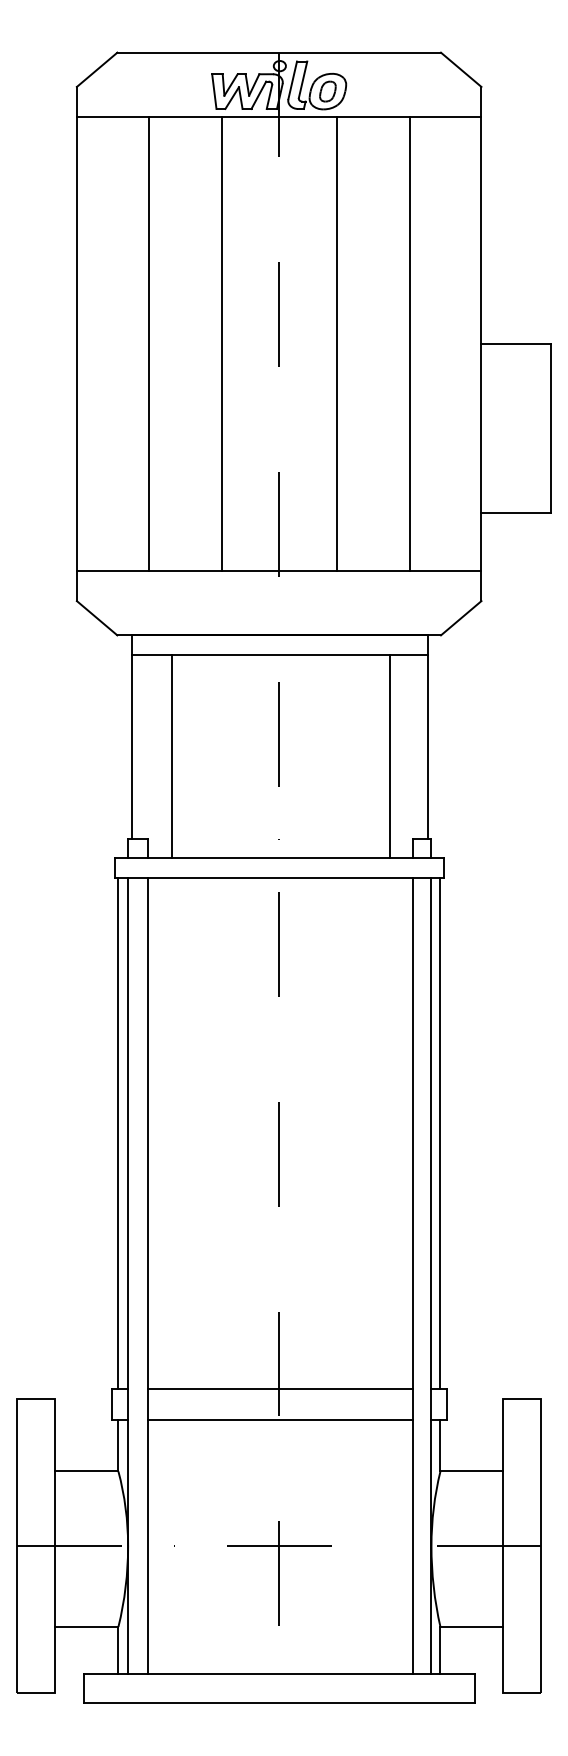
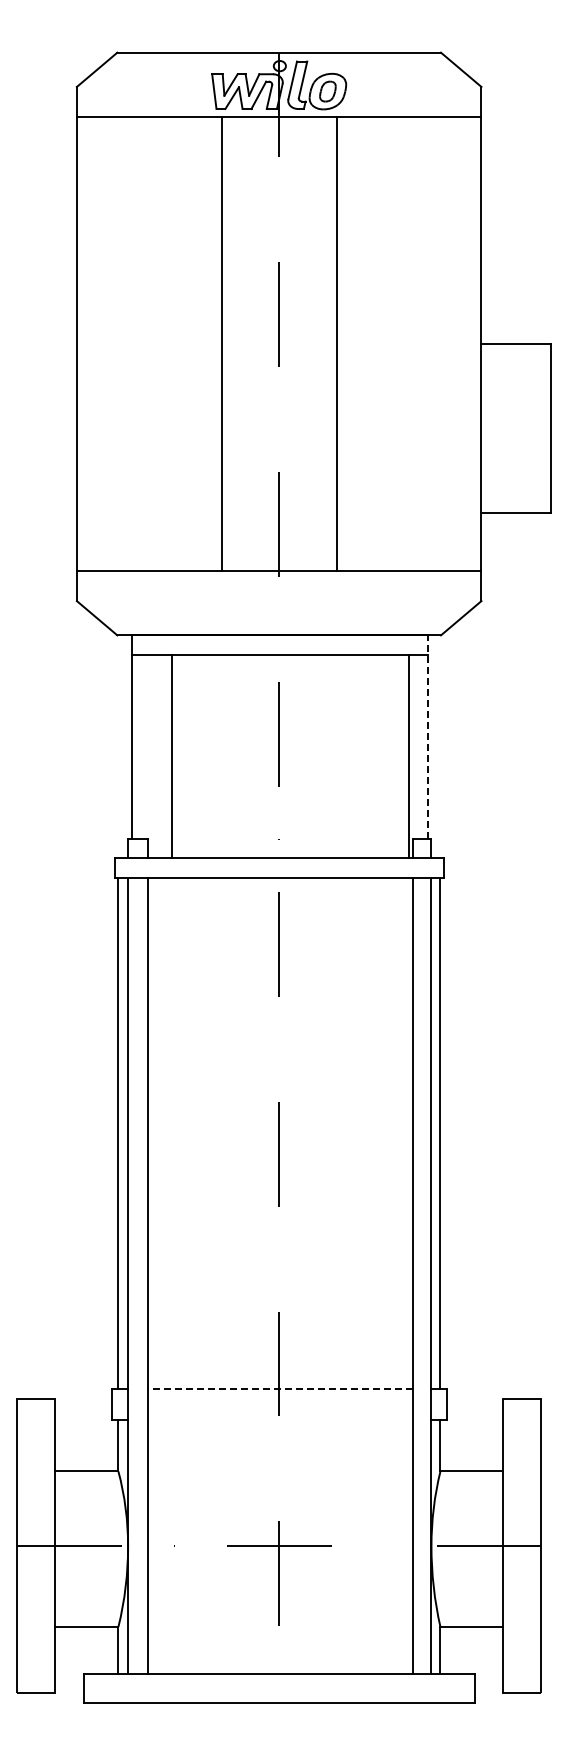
line at (148, 343): present -> none
line at (409, 343): present -> none
line at (427, 737): solid -> dashed
line at (390, 756) position: (390, 756) -> (409, 756)
line at (280, 1388): solid -> dashed
line at (280, 1420): present -> none
